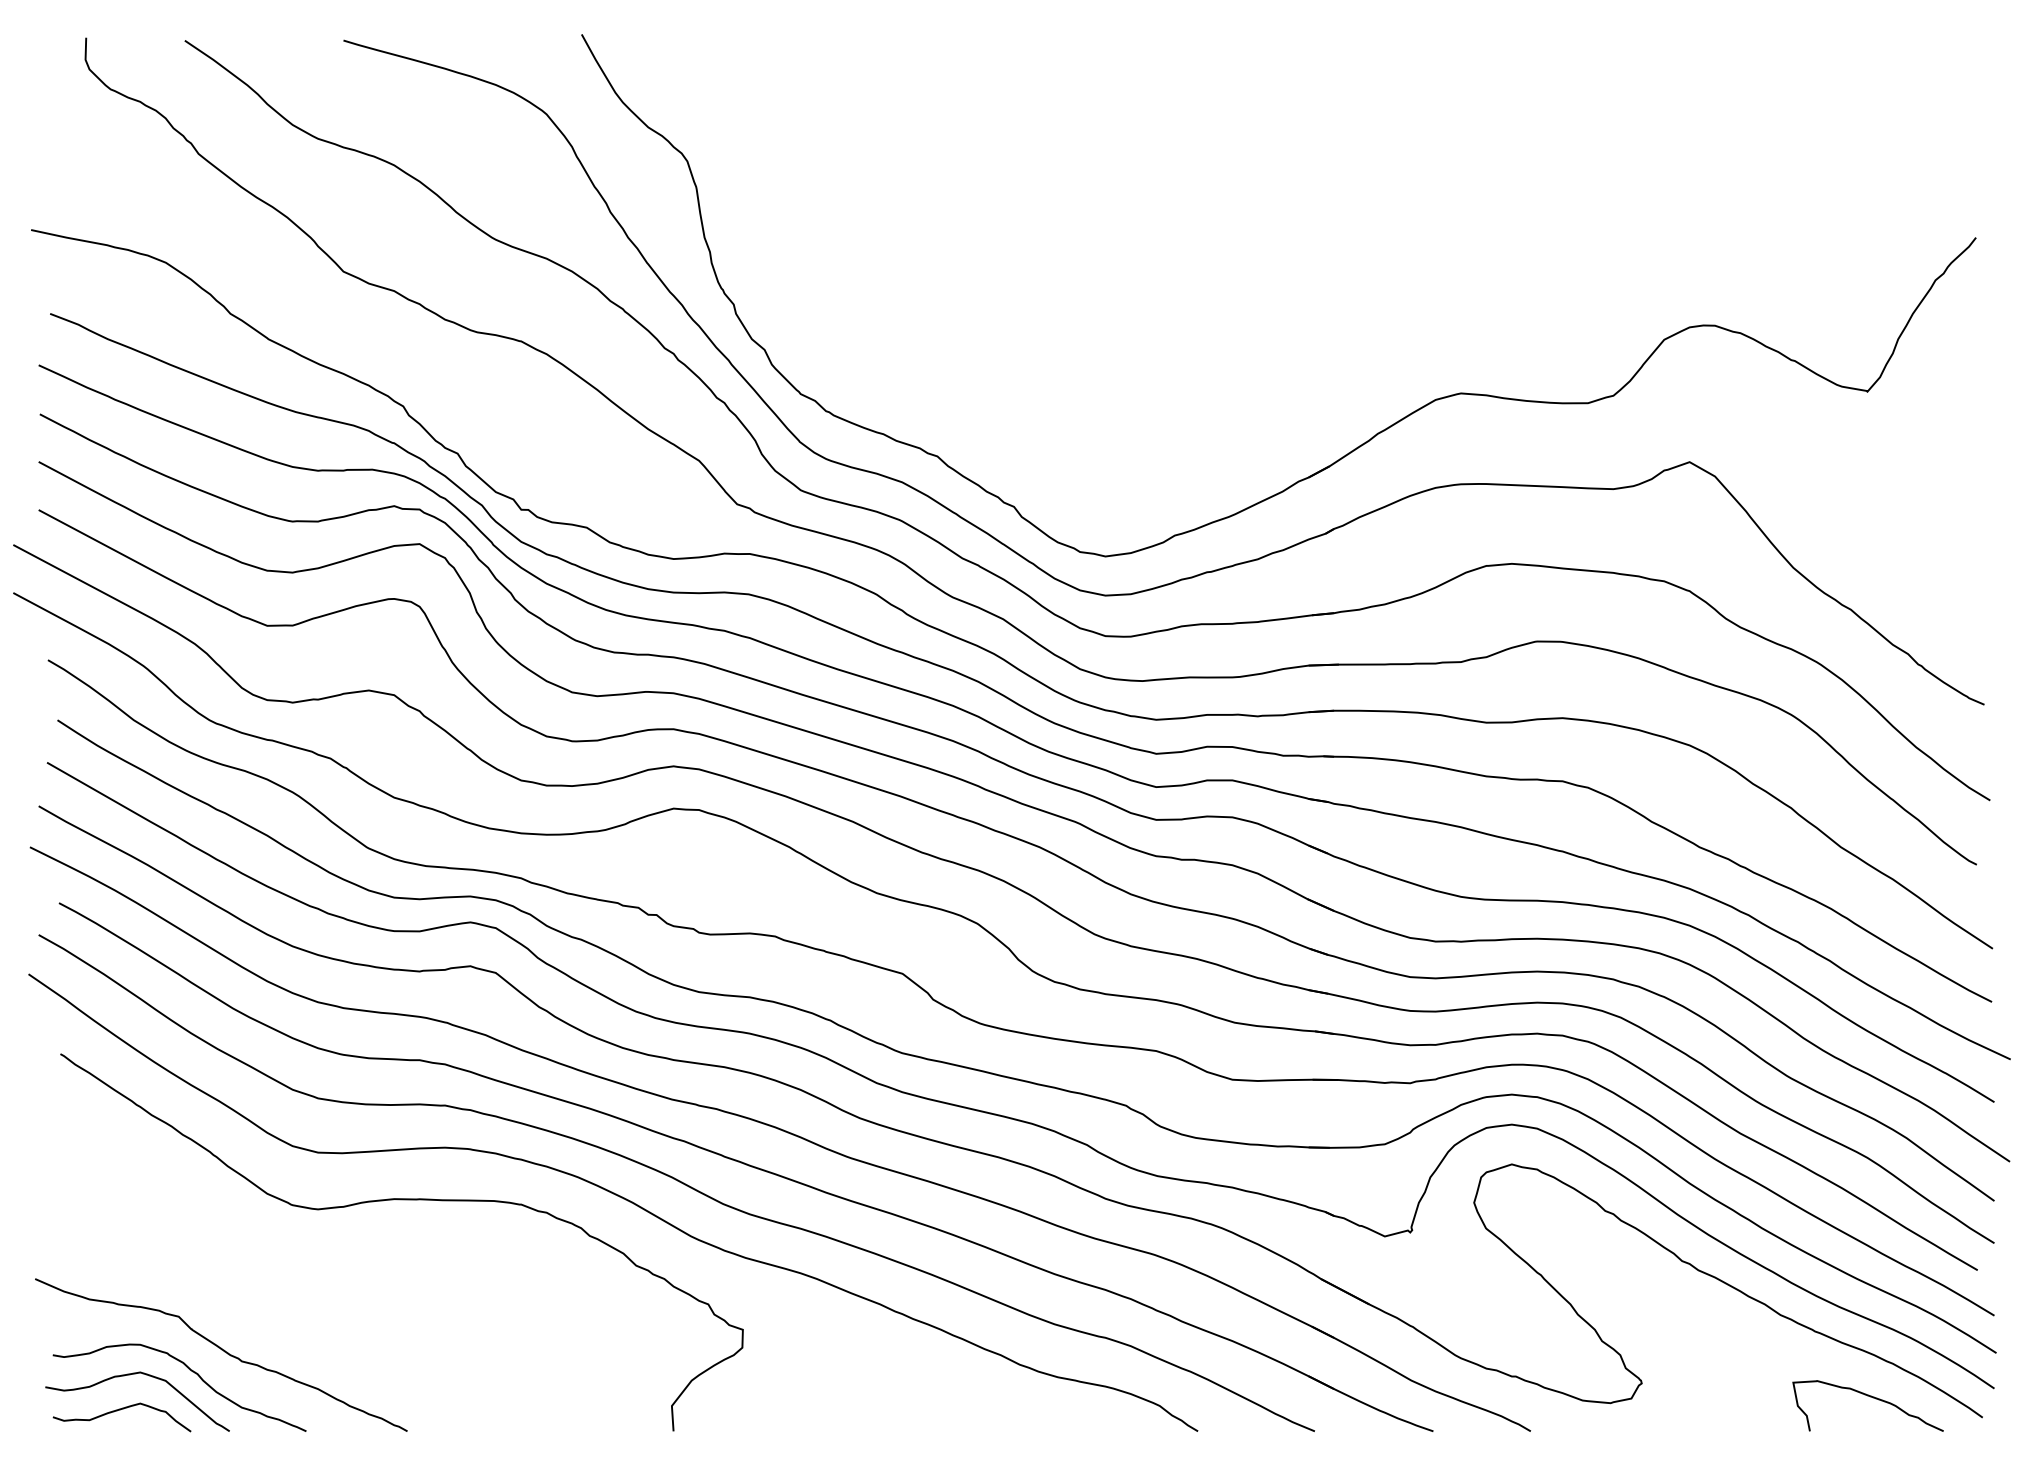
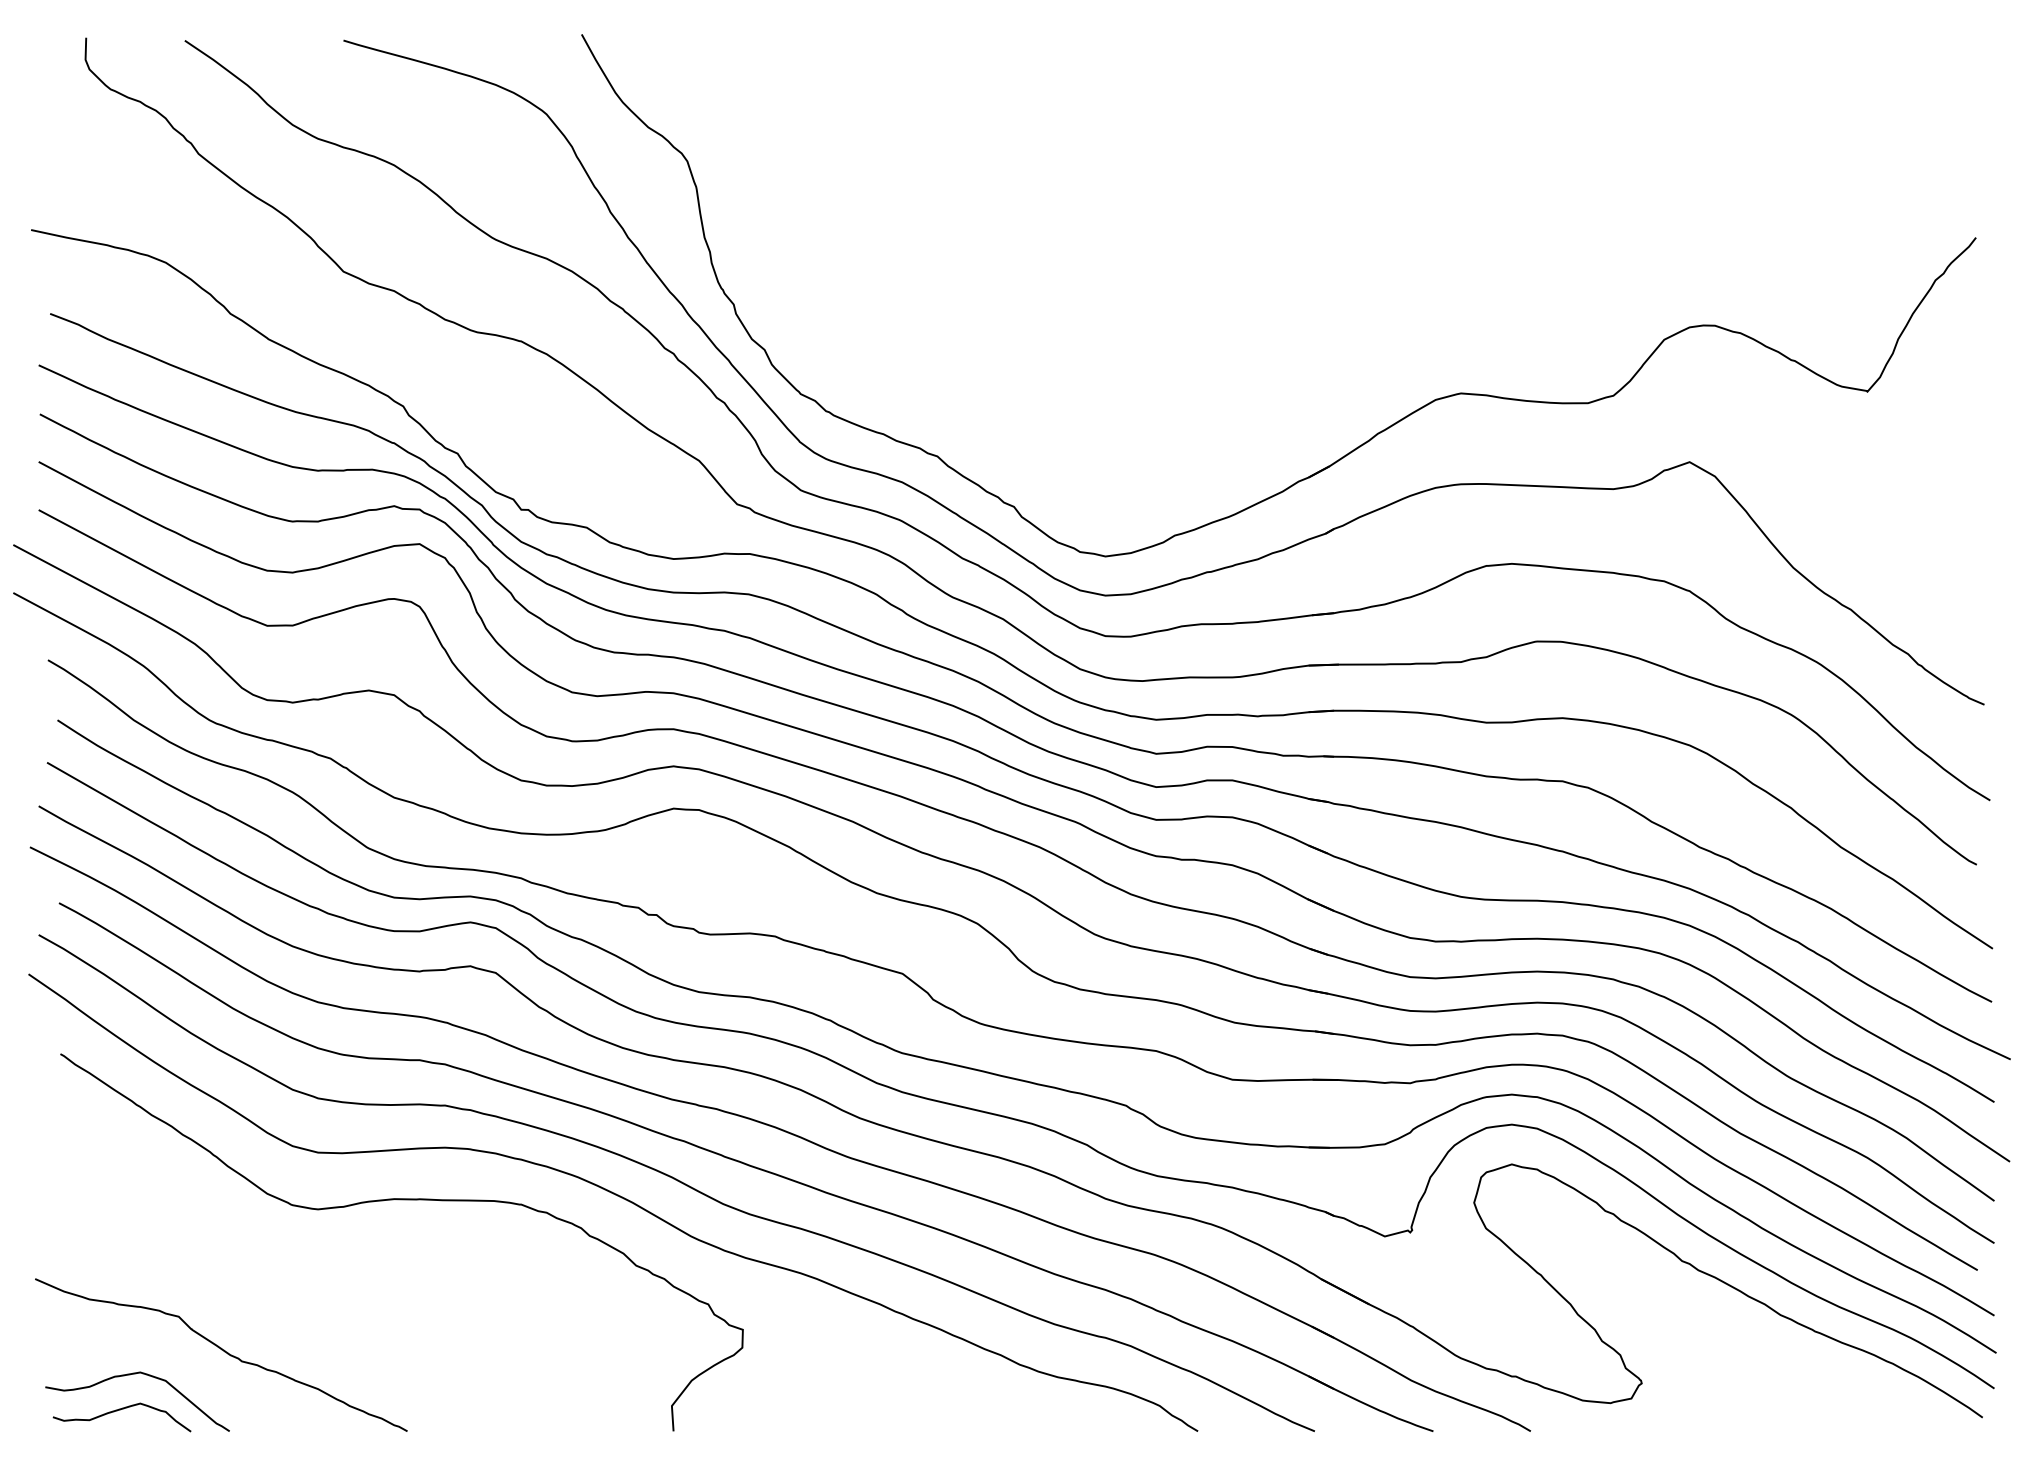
curve at (192, 1372): present -> none
curve at (1870, 1397): present -> none
